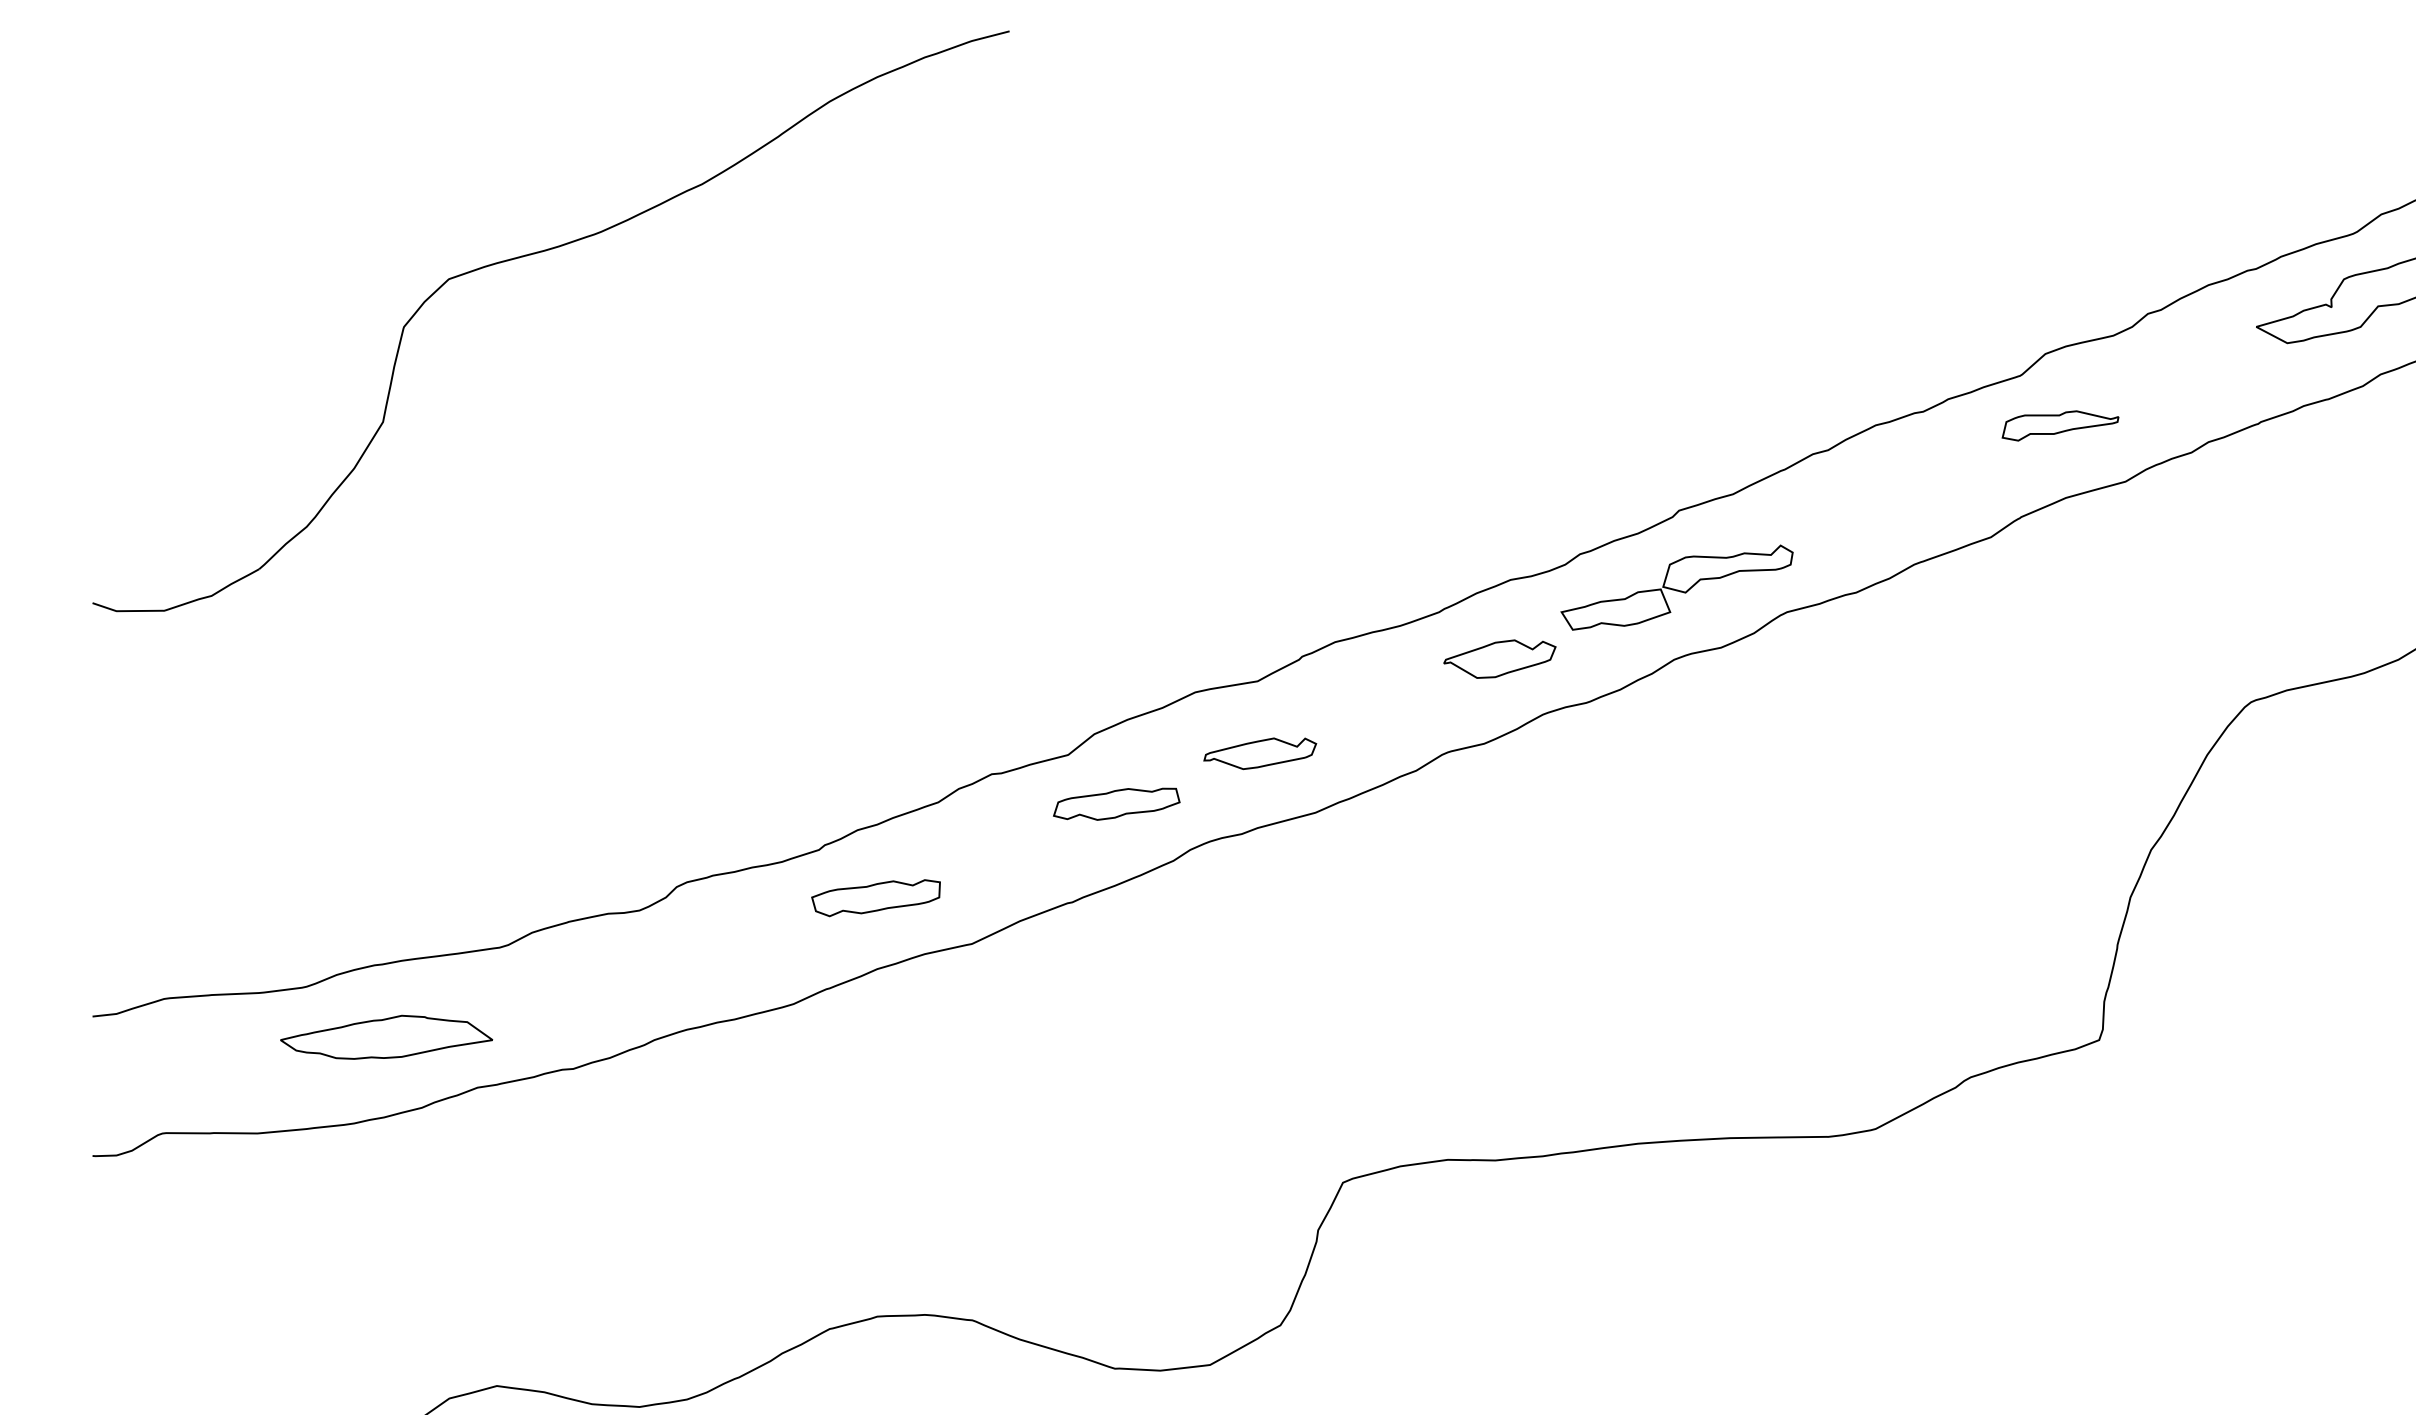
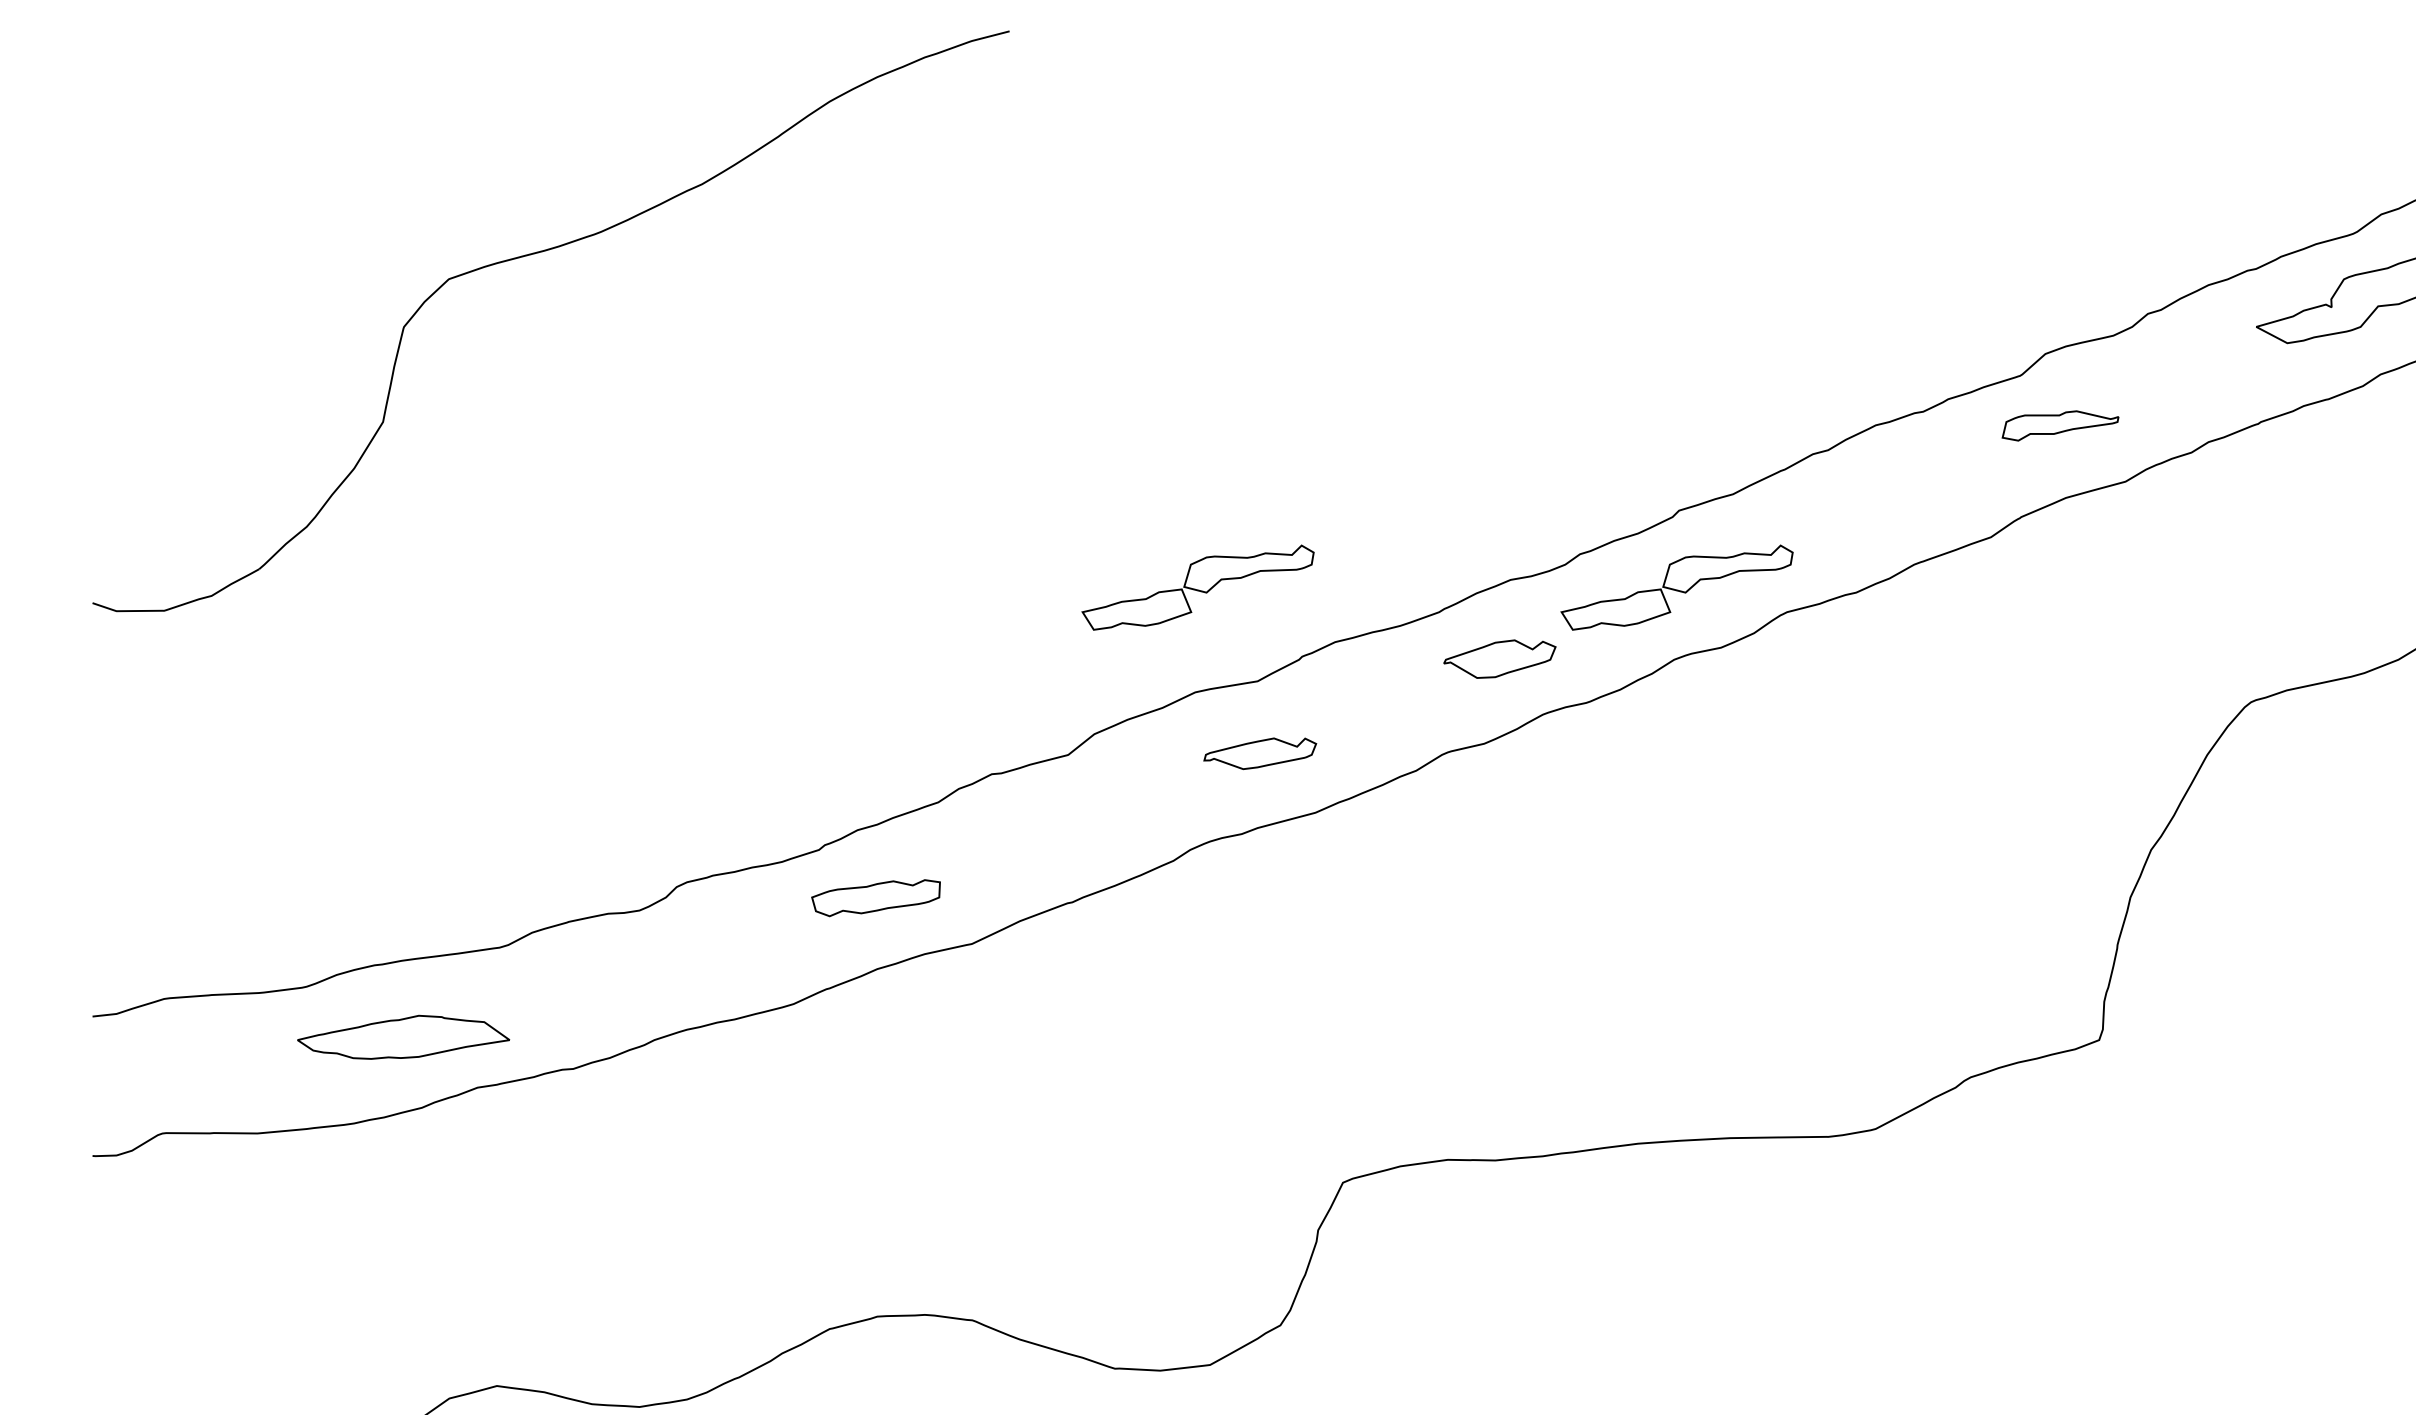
part at (1197, 587): none -> present
part at (1116, 803): present -> none
part at (386, 1036) position: (386, 1036) -> (403, 1036)
